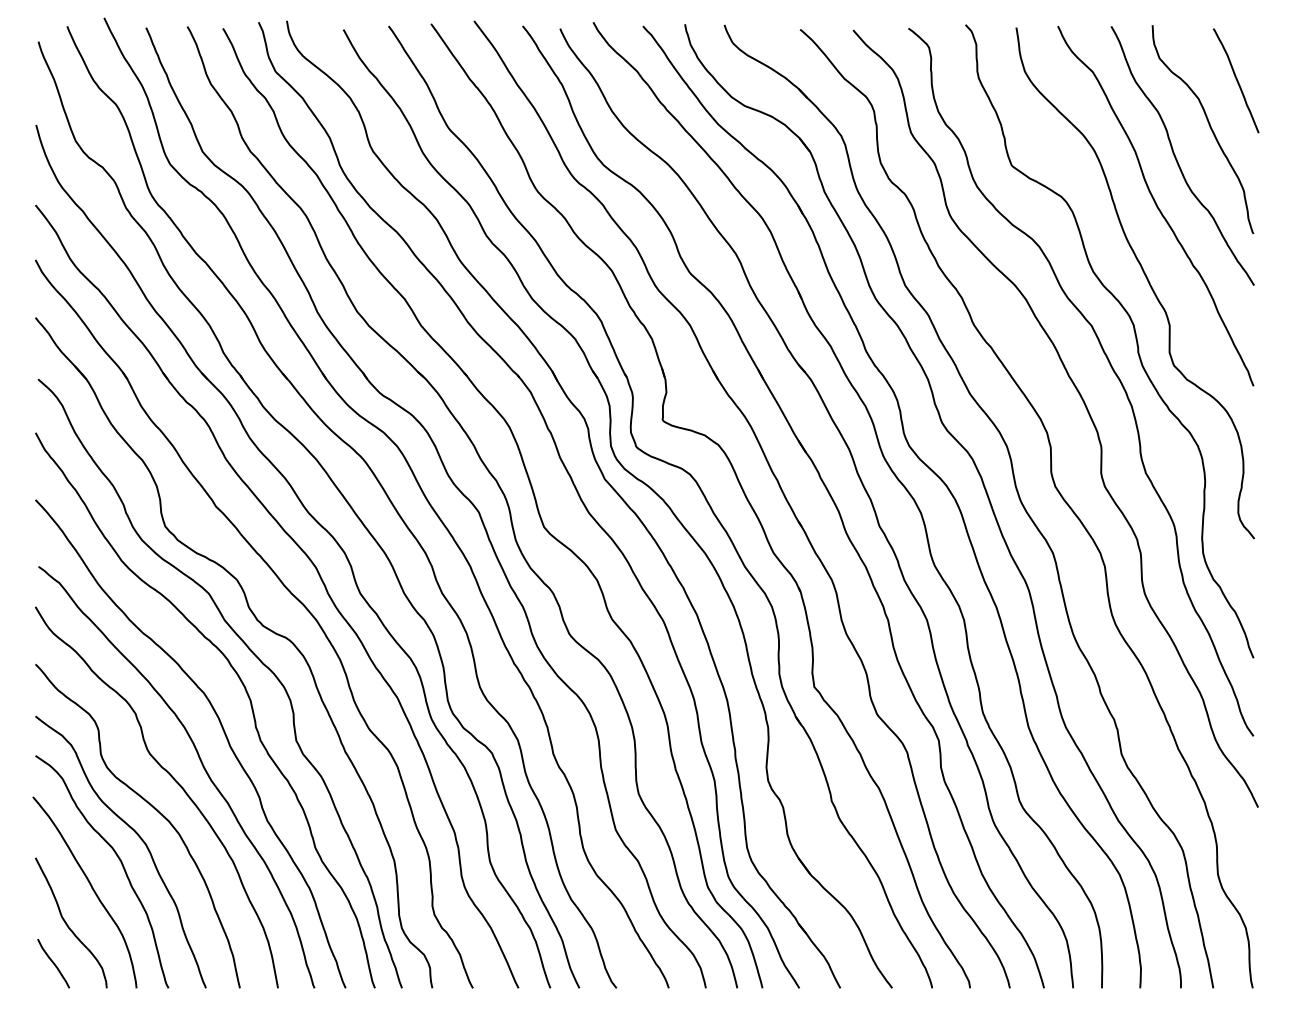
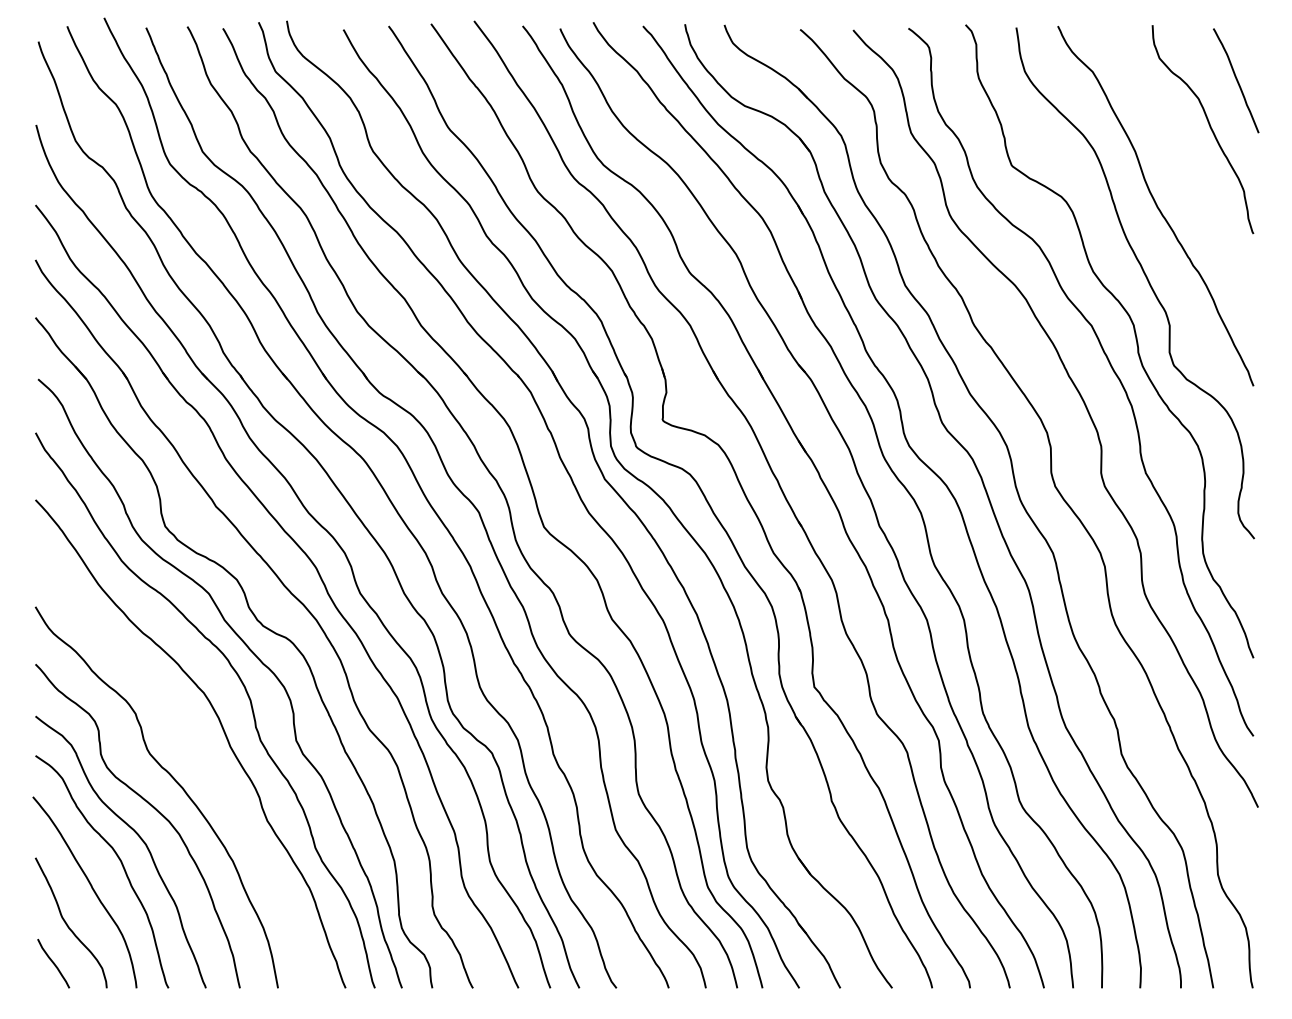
curve at (1176, 157): present -> none
curve at (201, 764): present -> none
